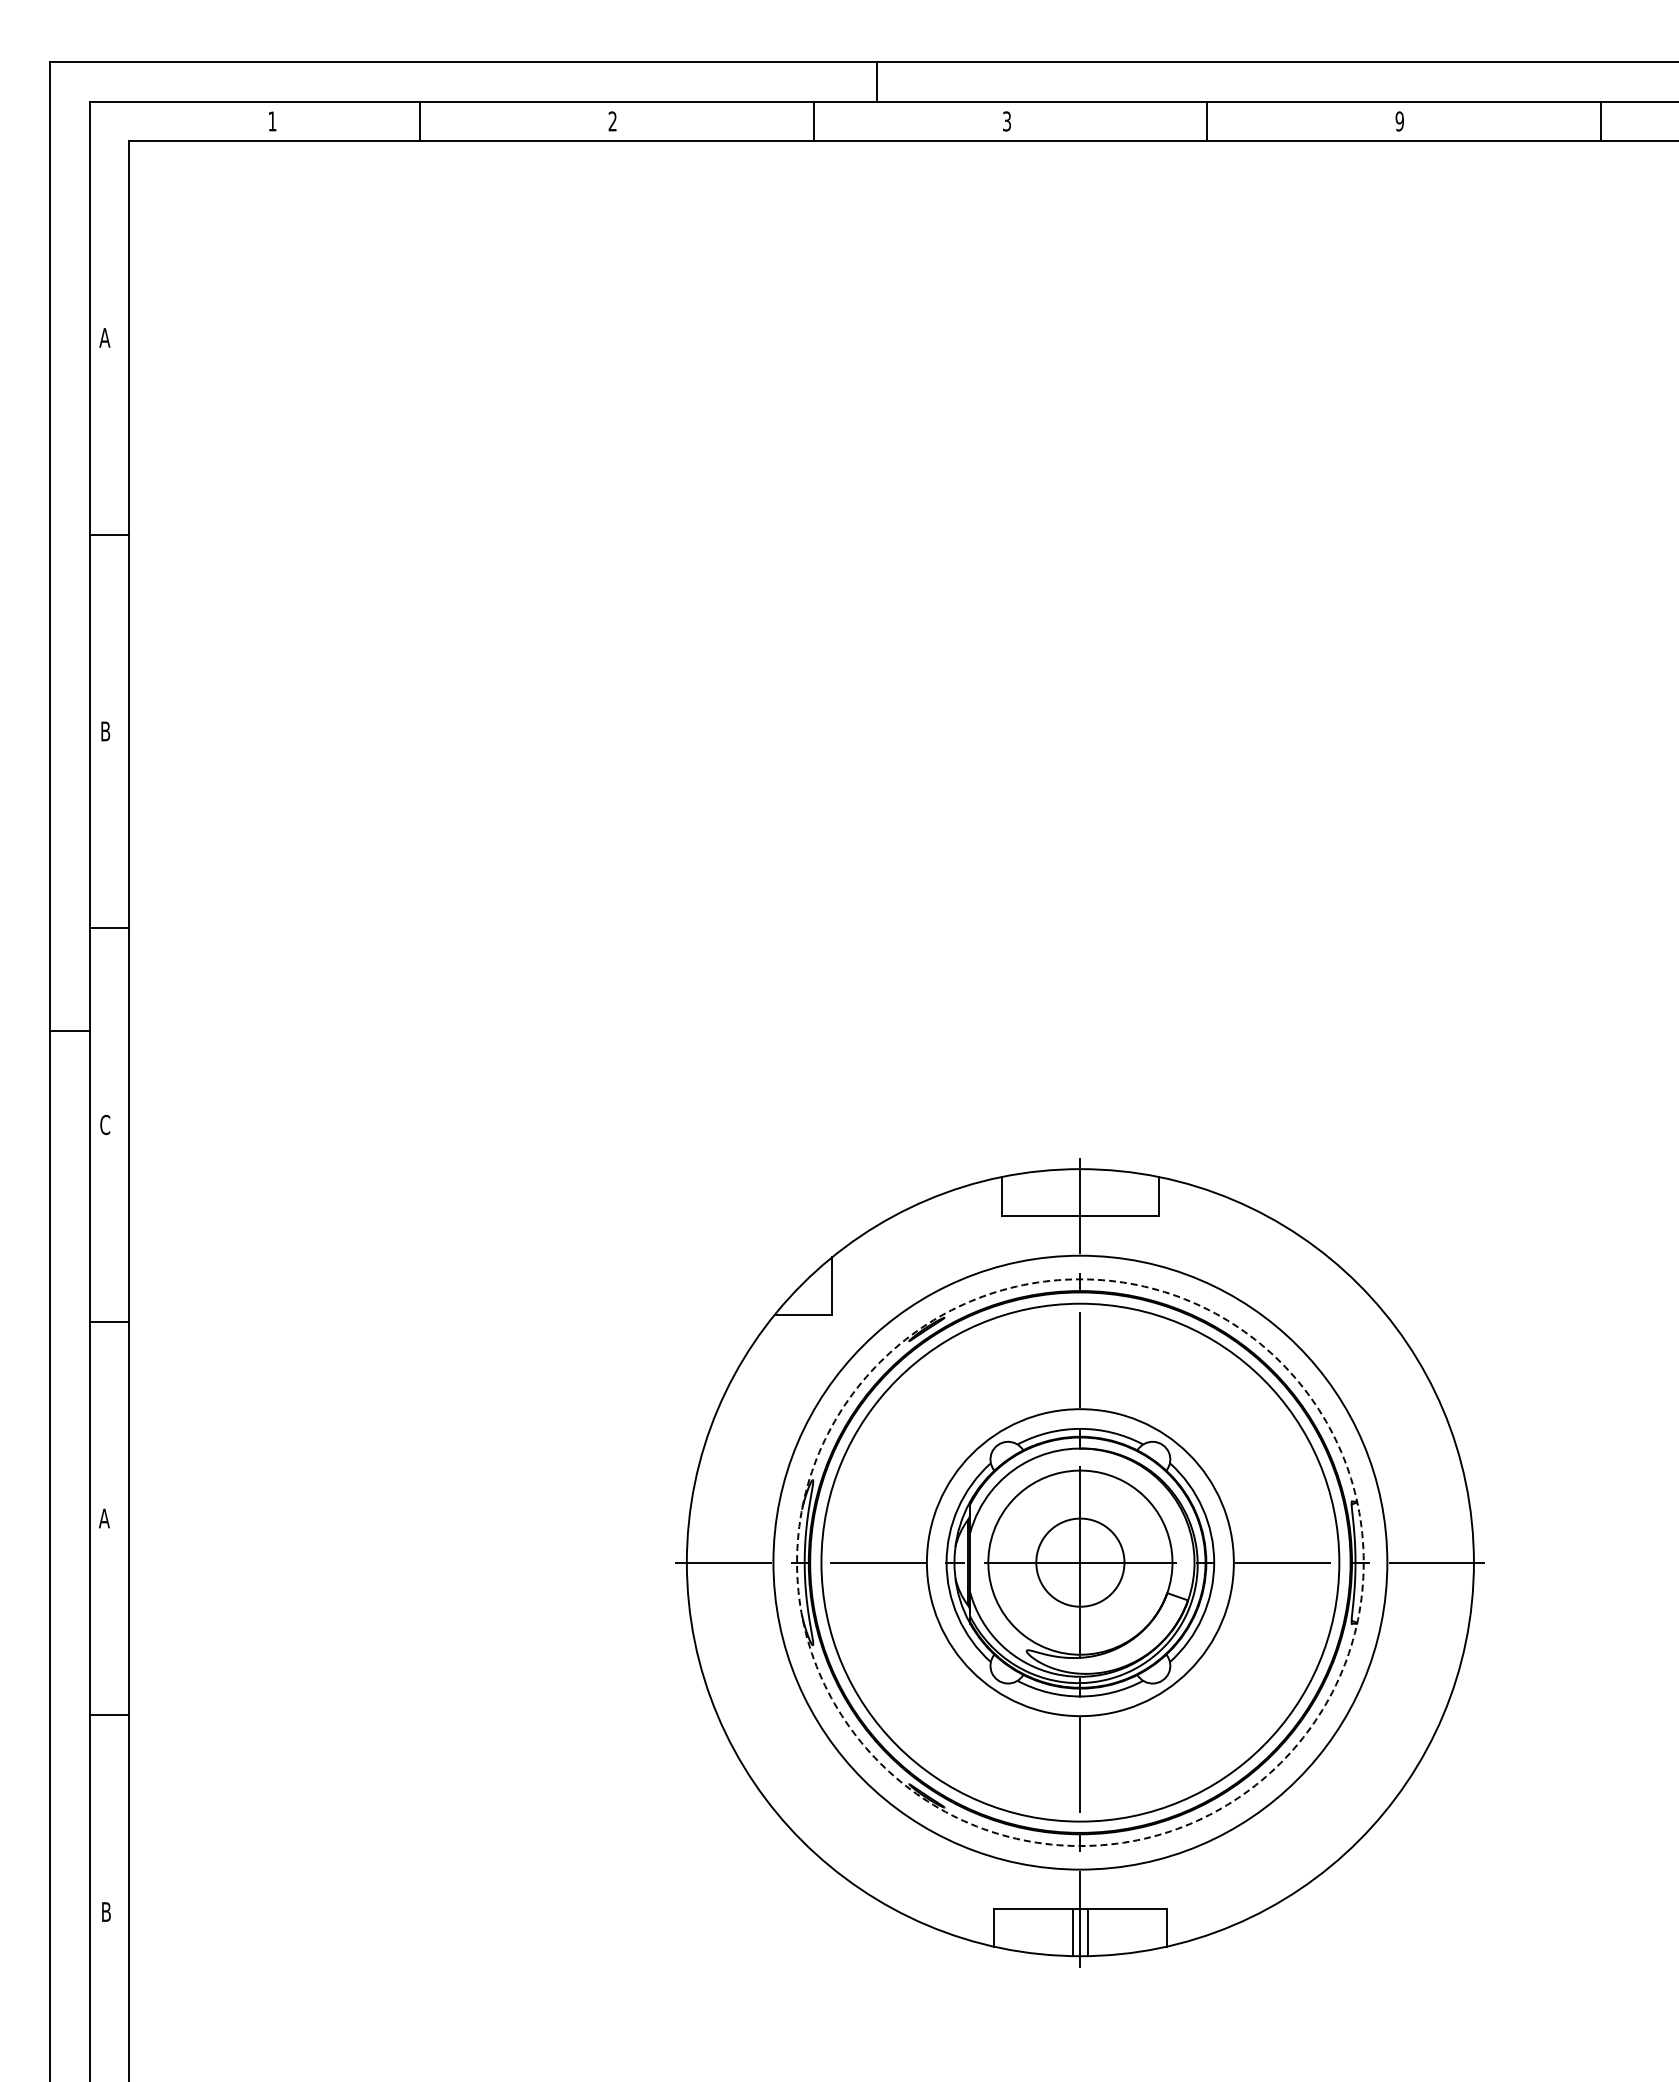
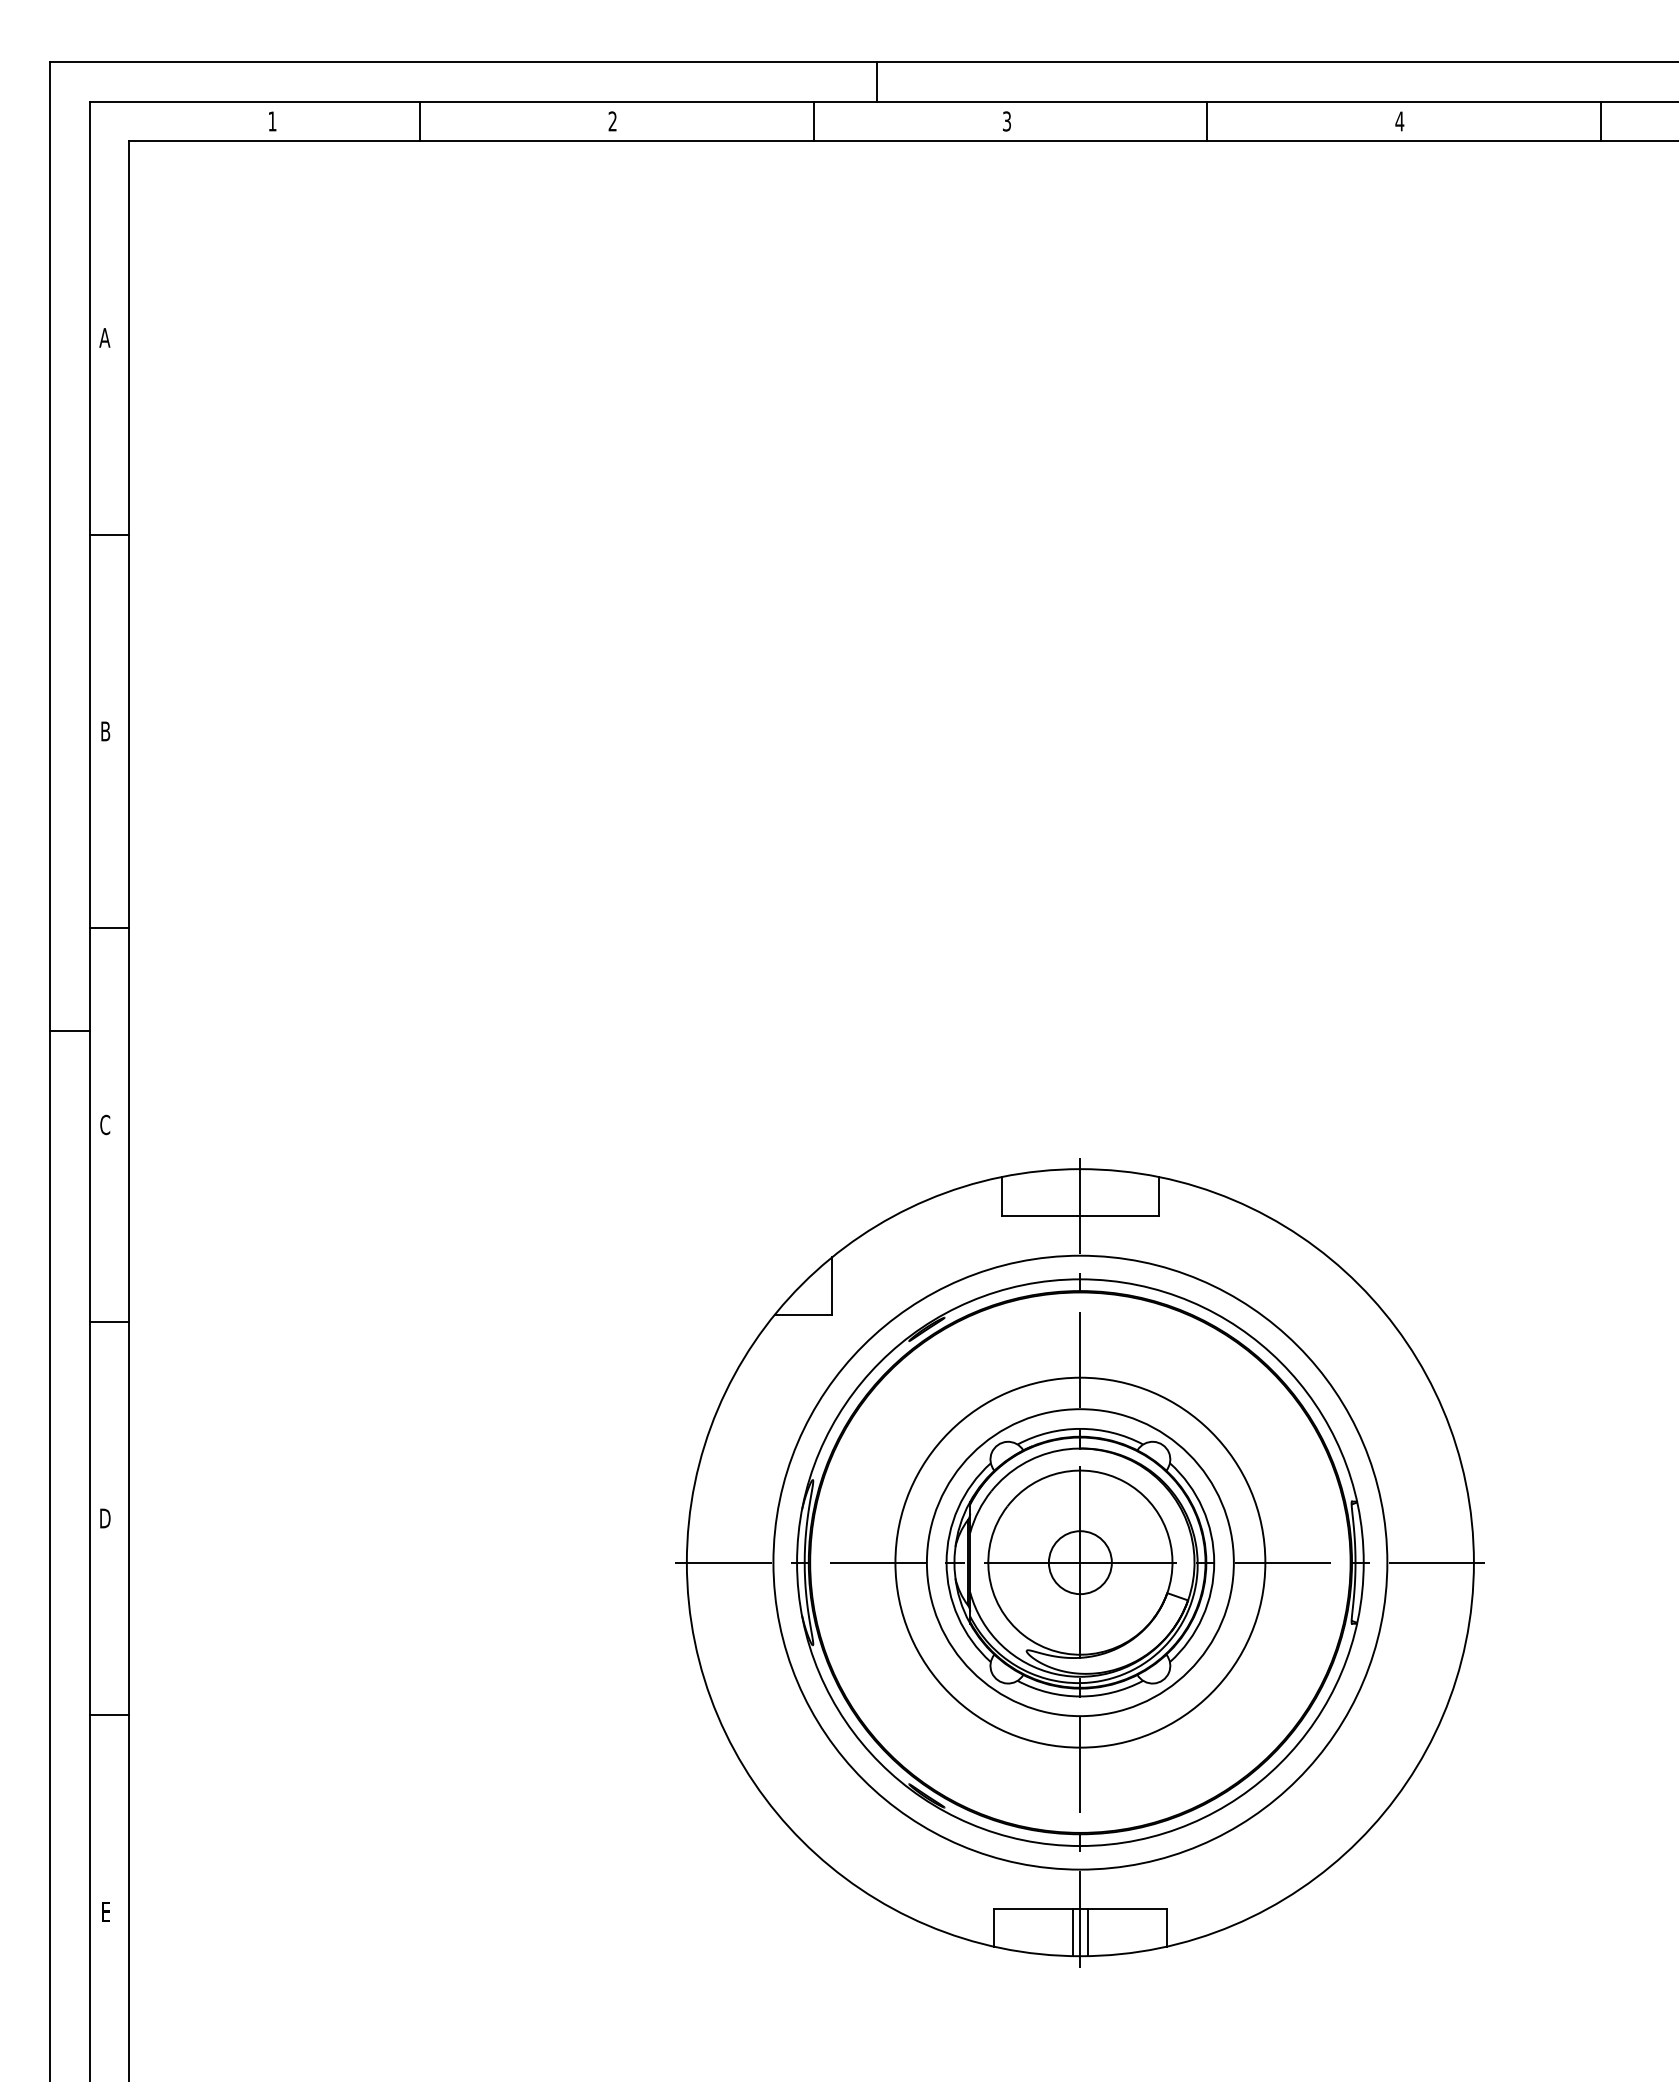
text at (1399, 121): 9 -> 4
text at (104, 1518): A -> D
circle at (1080, 1562) diameter: 518 px -> 370 px
circle at (1080, 1562) diameter: 88 px -> 63 px
circle at (1080, 1562): dashed -> solid
text at (106, 1911): B -> E
